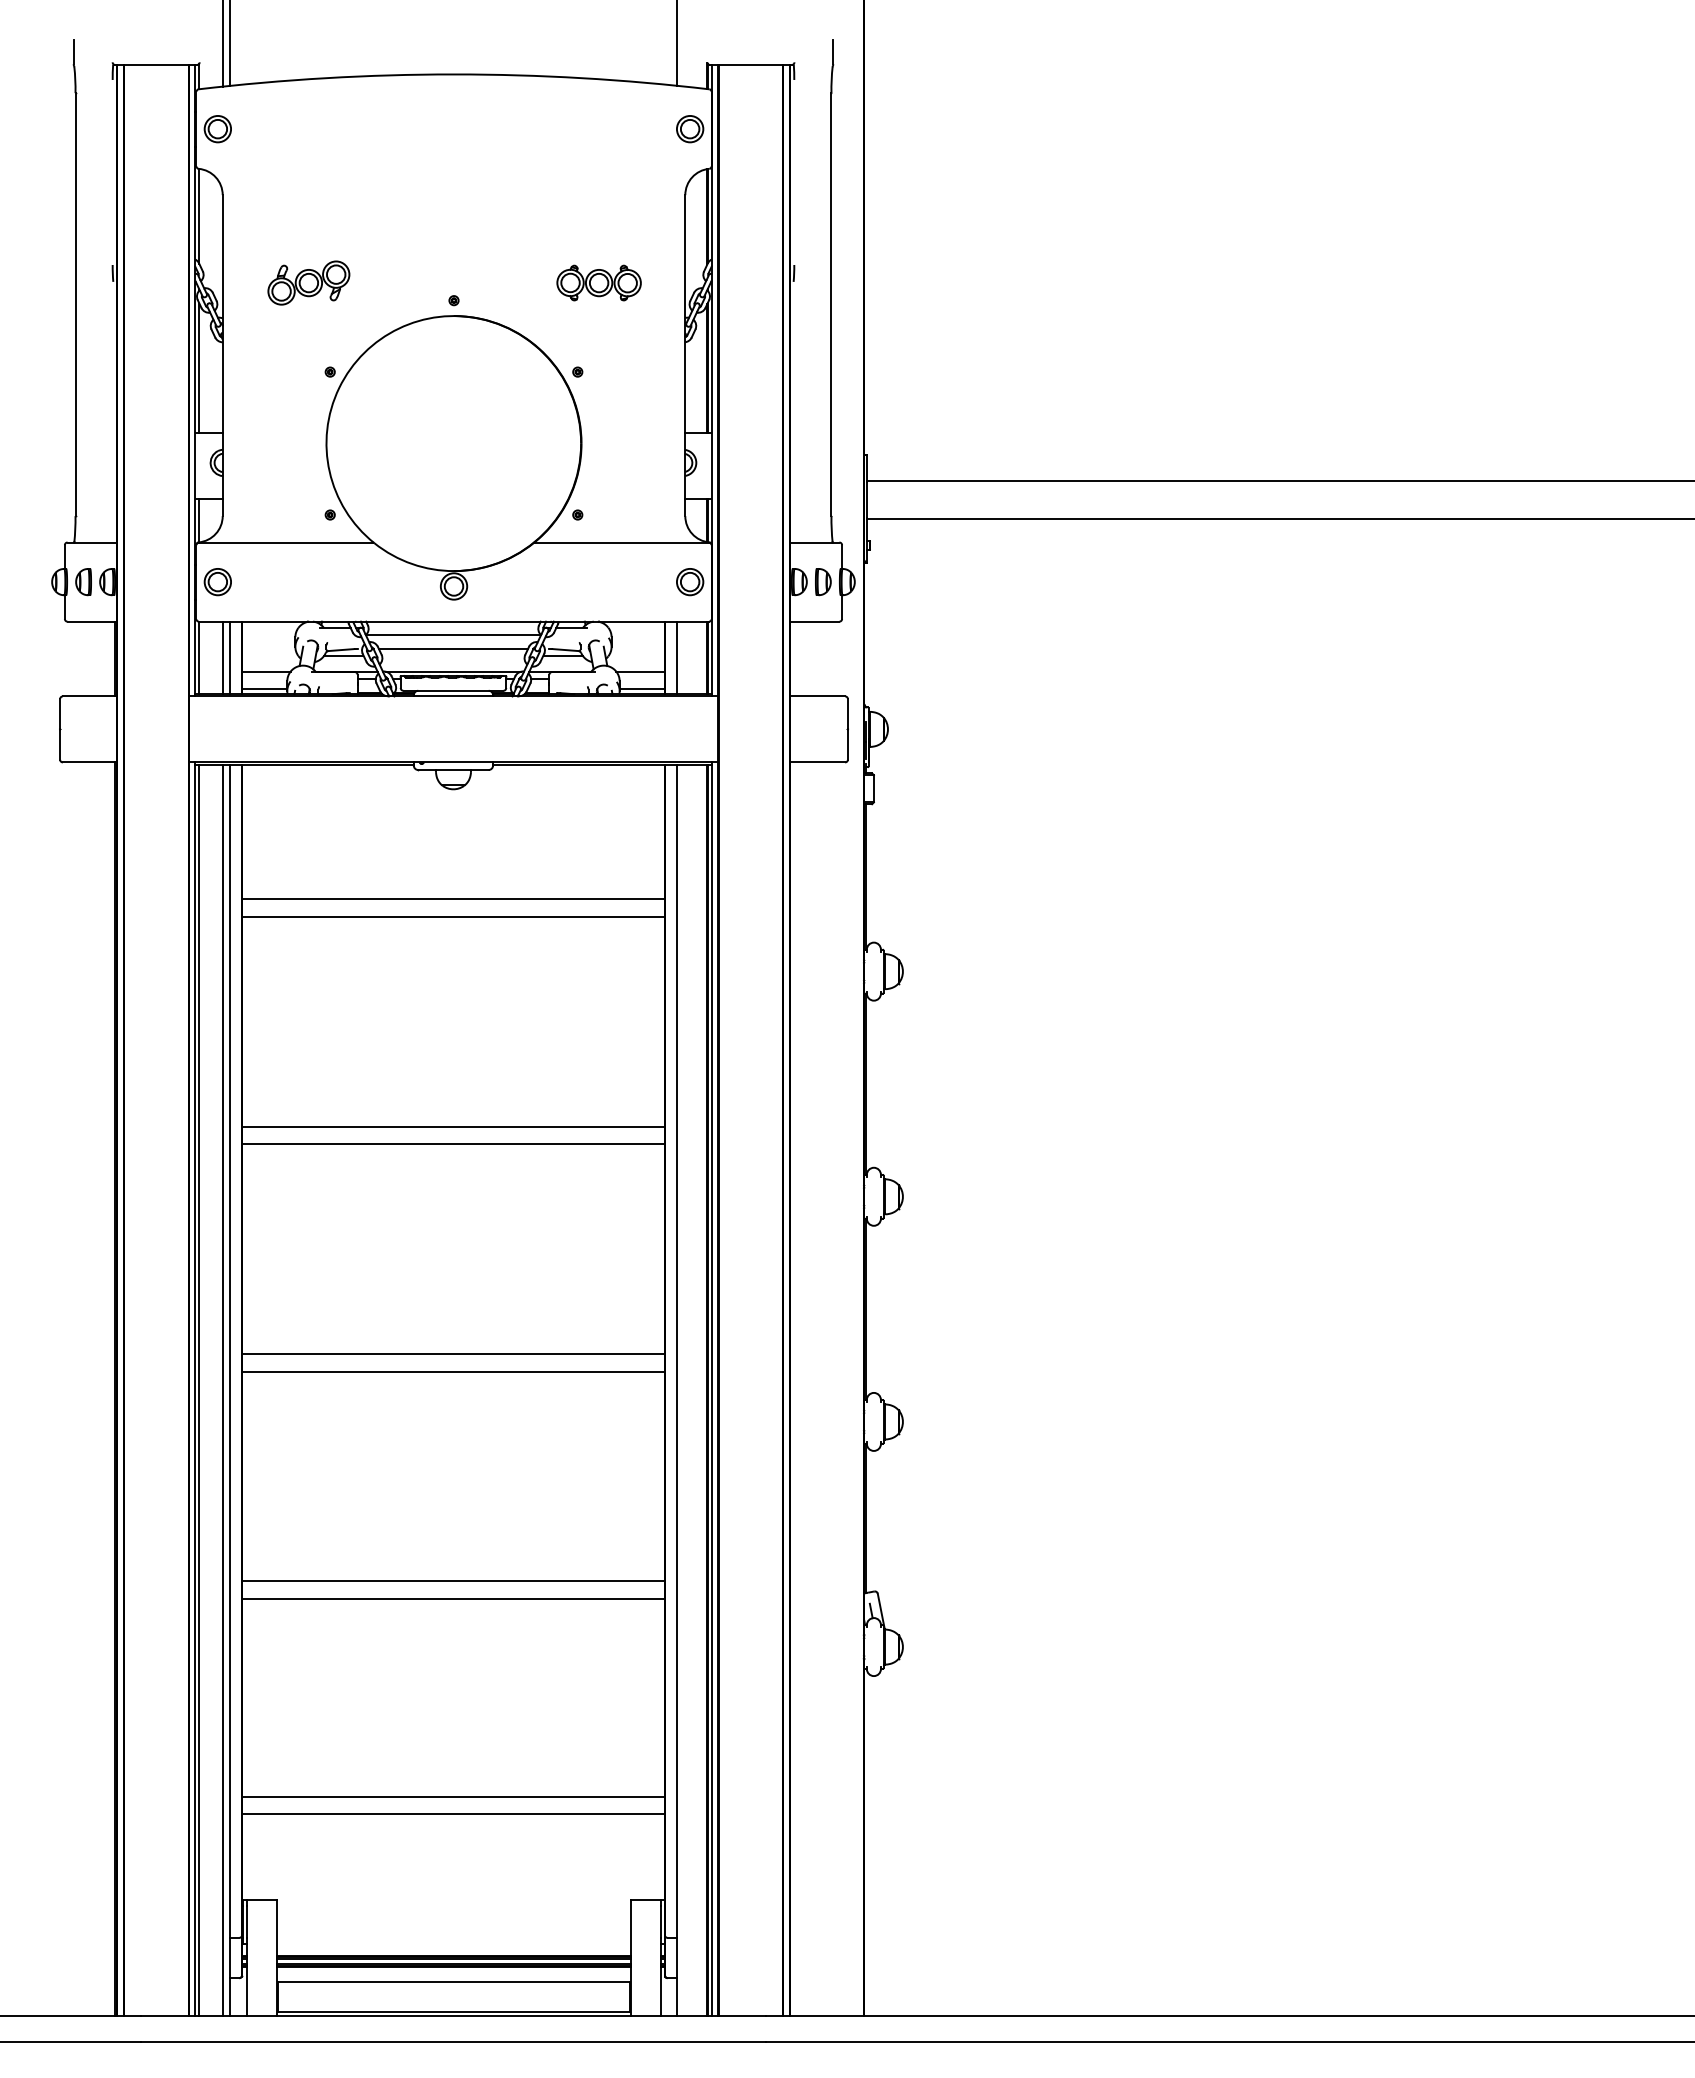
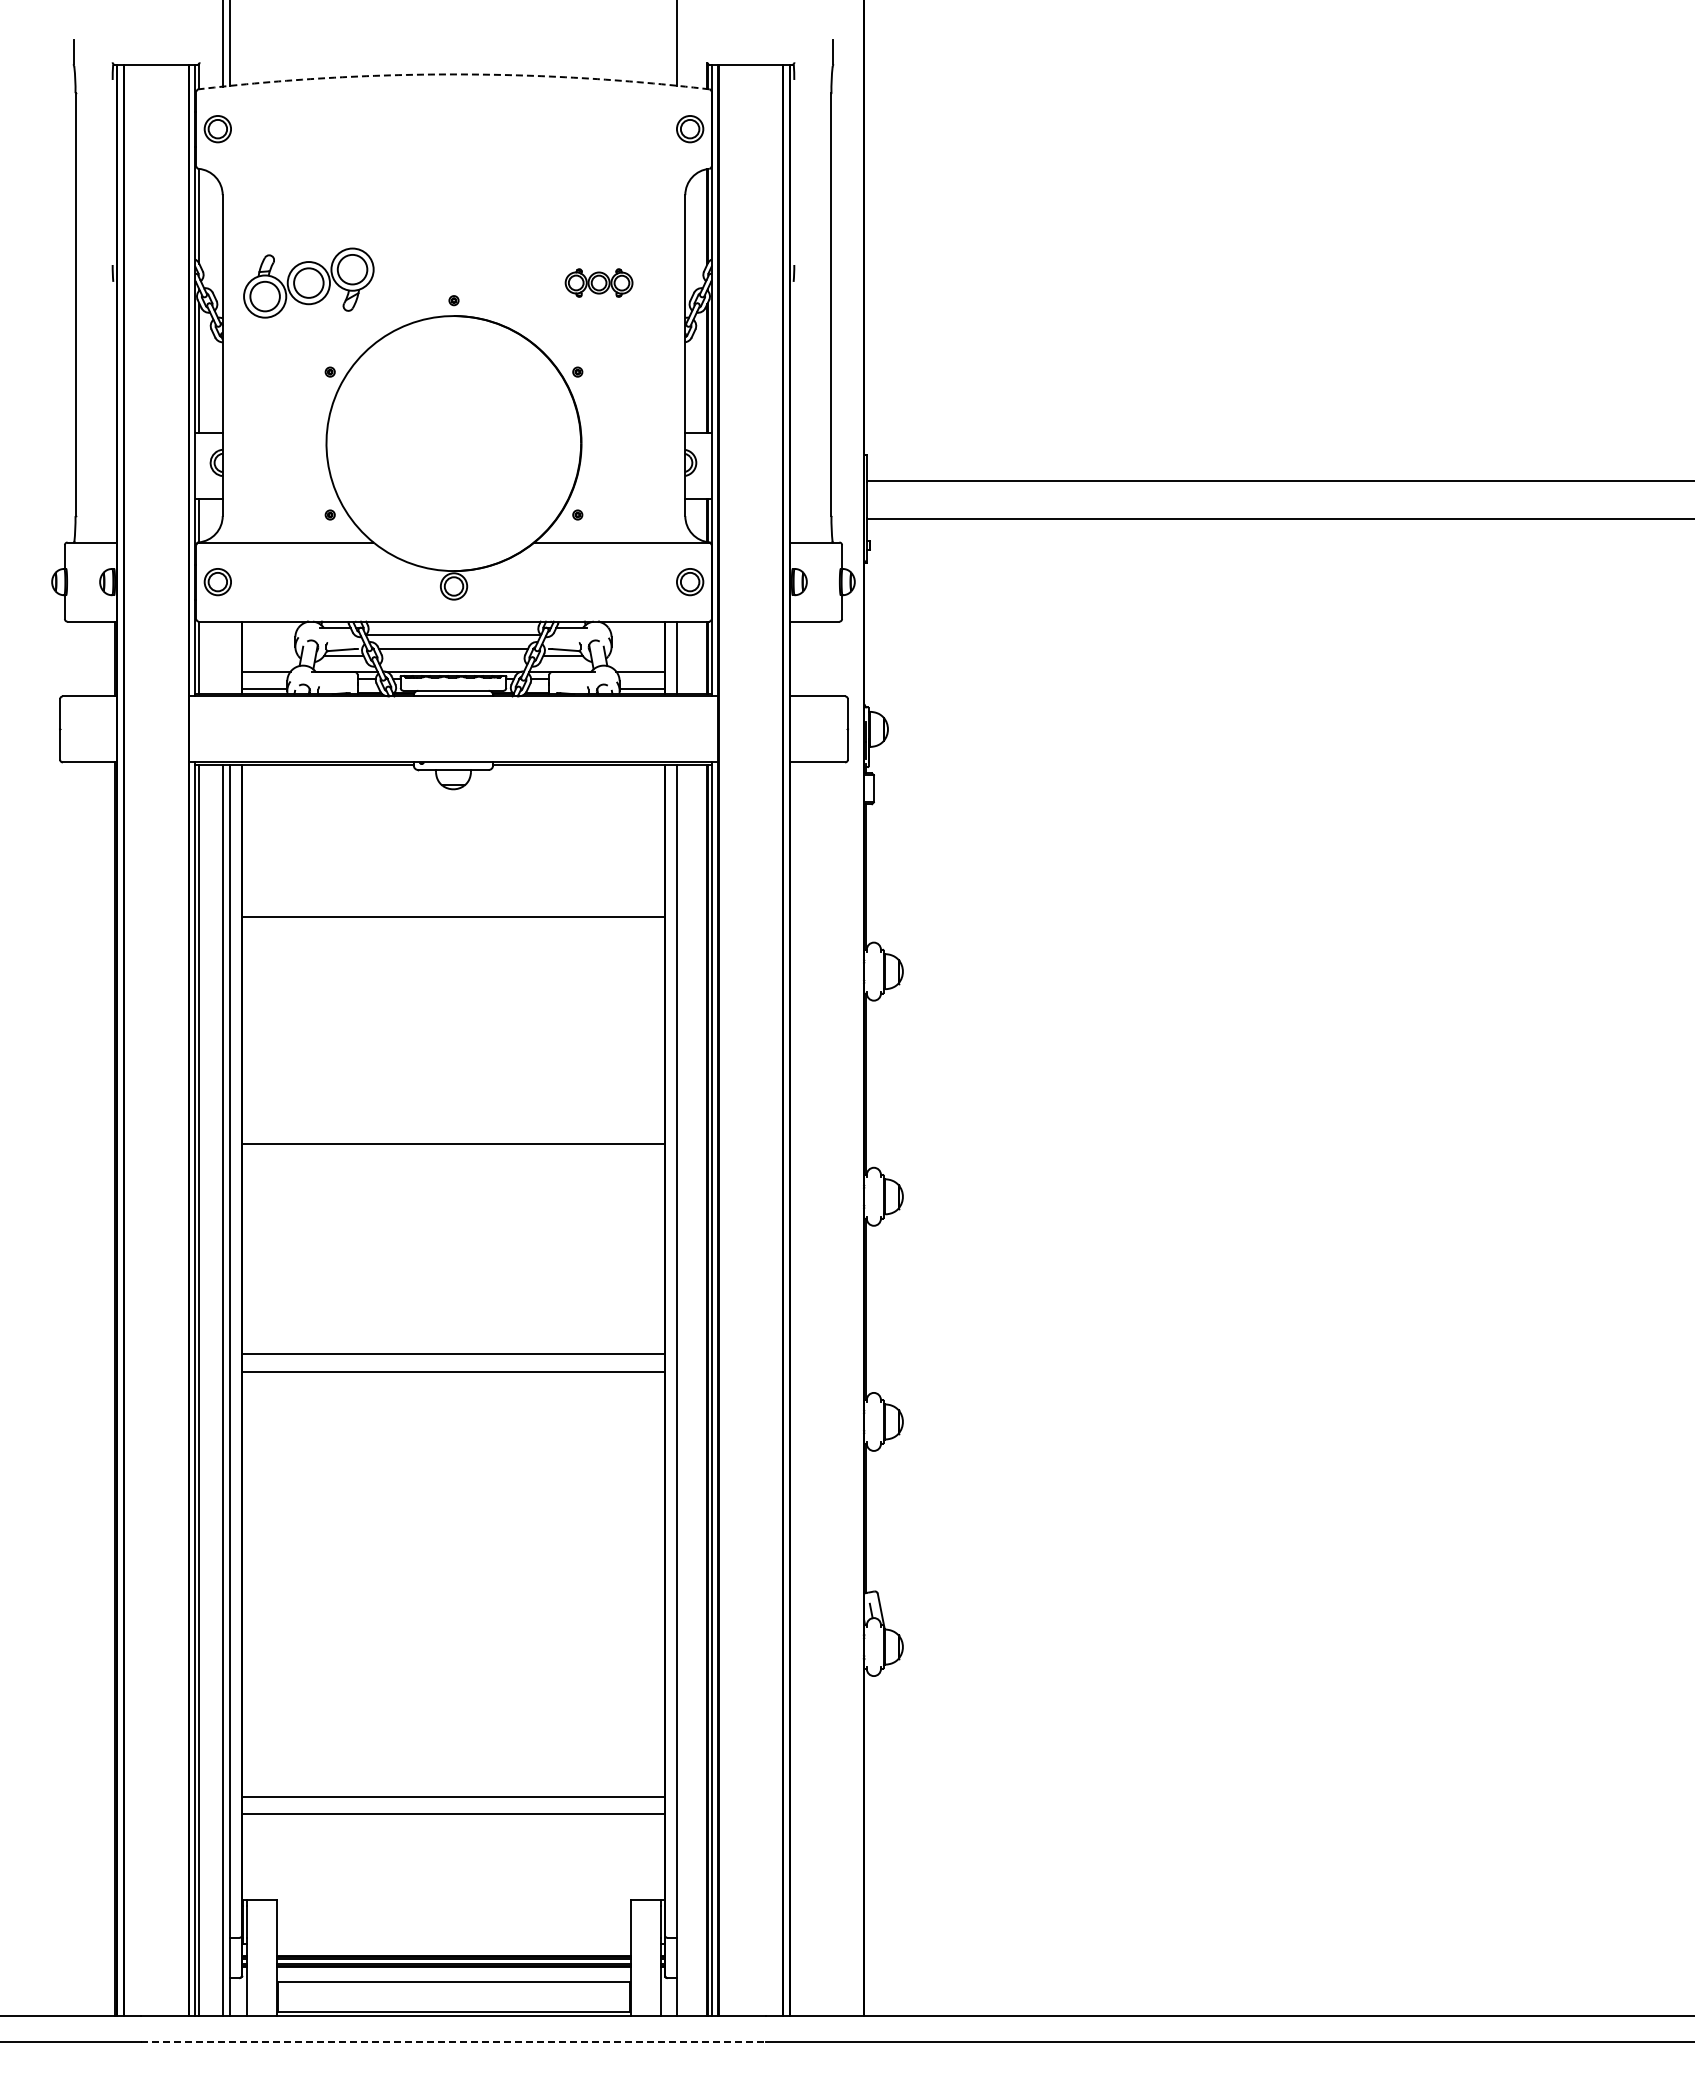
arc at (454, 74): solid -> dashed
part at (308, 282) size: 84x46 px -> 132x72 px
part at (598, 282) size: 86x38 px -> 70x30 px
part at (83, 582): present -> none
part at (823, 582): present -> none
line at (222, 657): present -> none
line at (229, 657): present -> none
line at (452, 899): present -> none
line at (452, 1126): present -> none
line at (452, 1581): present -> none
line at (452, 1598): present -> none
line at (453, 2042): solid -> dashed
